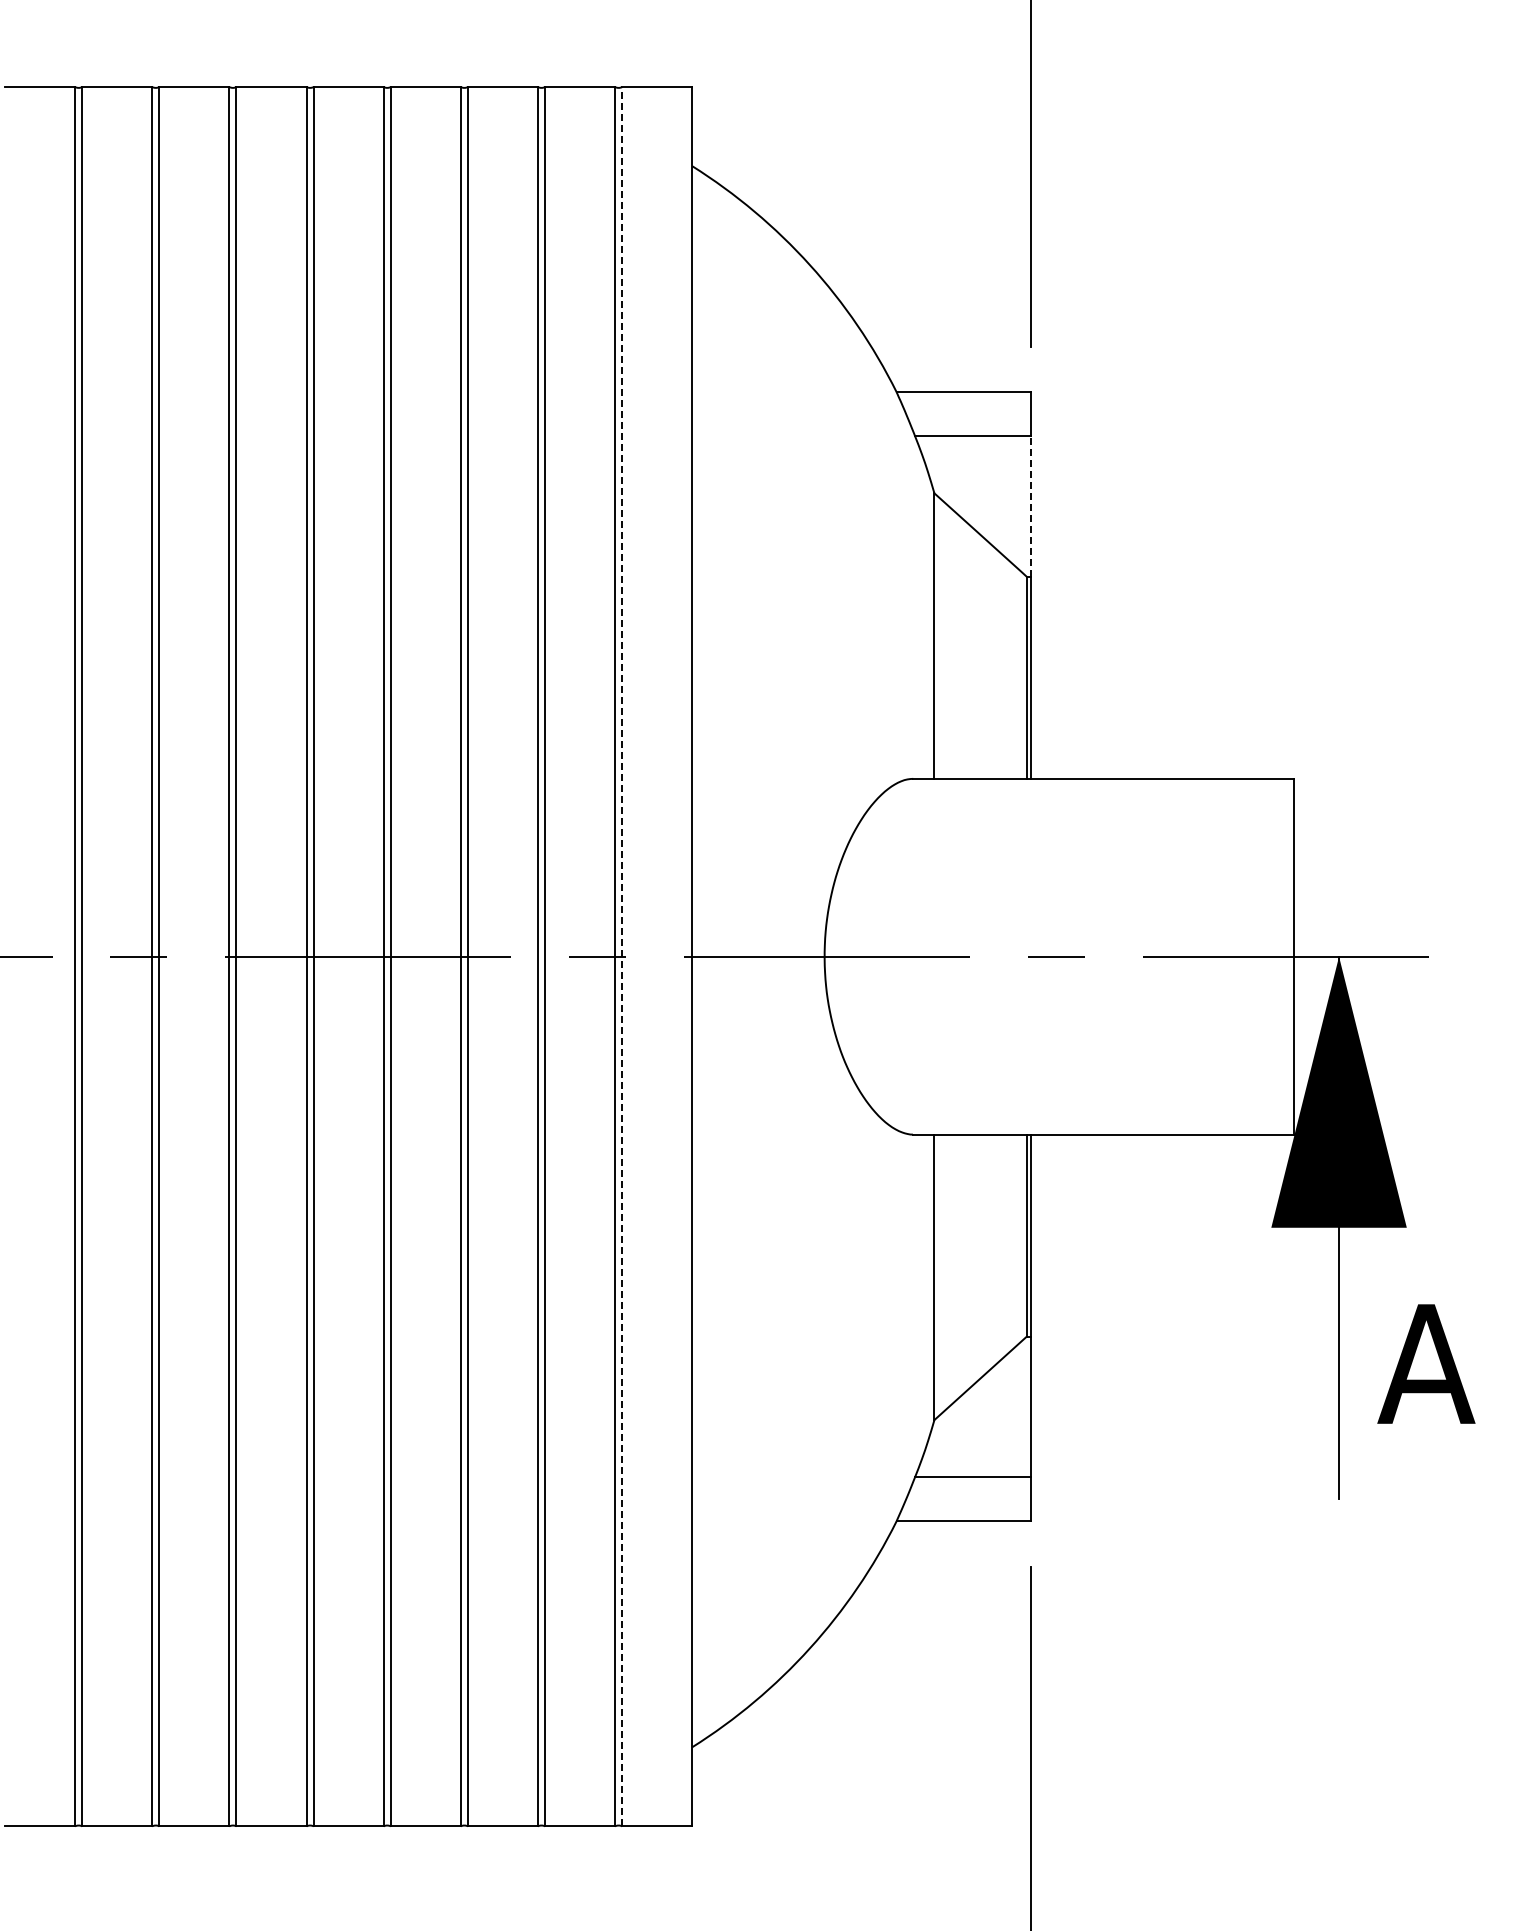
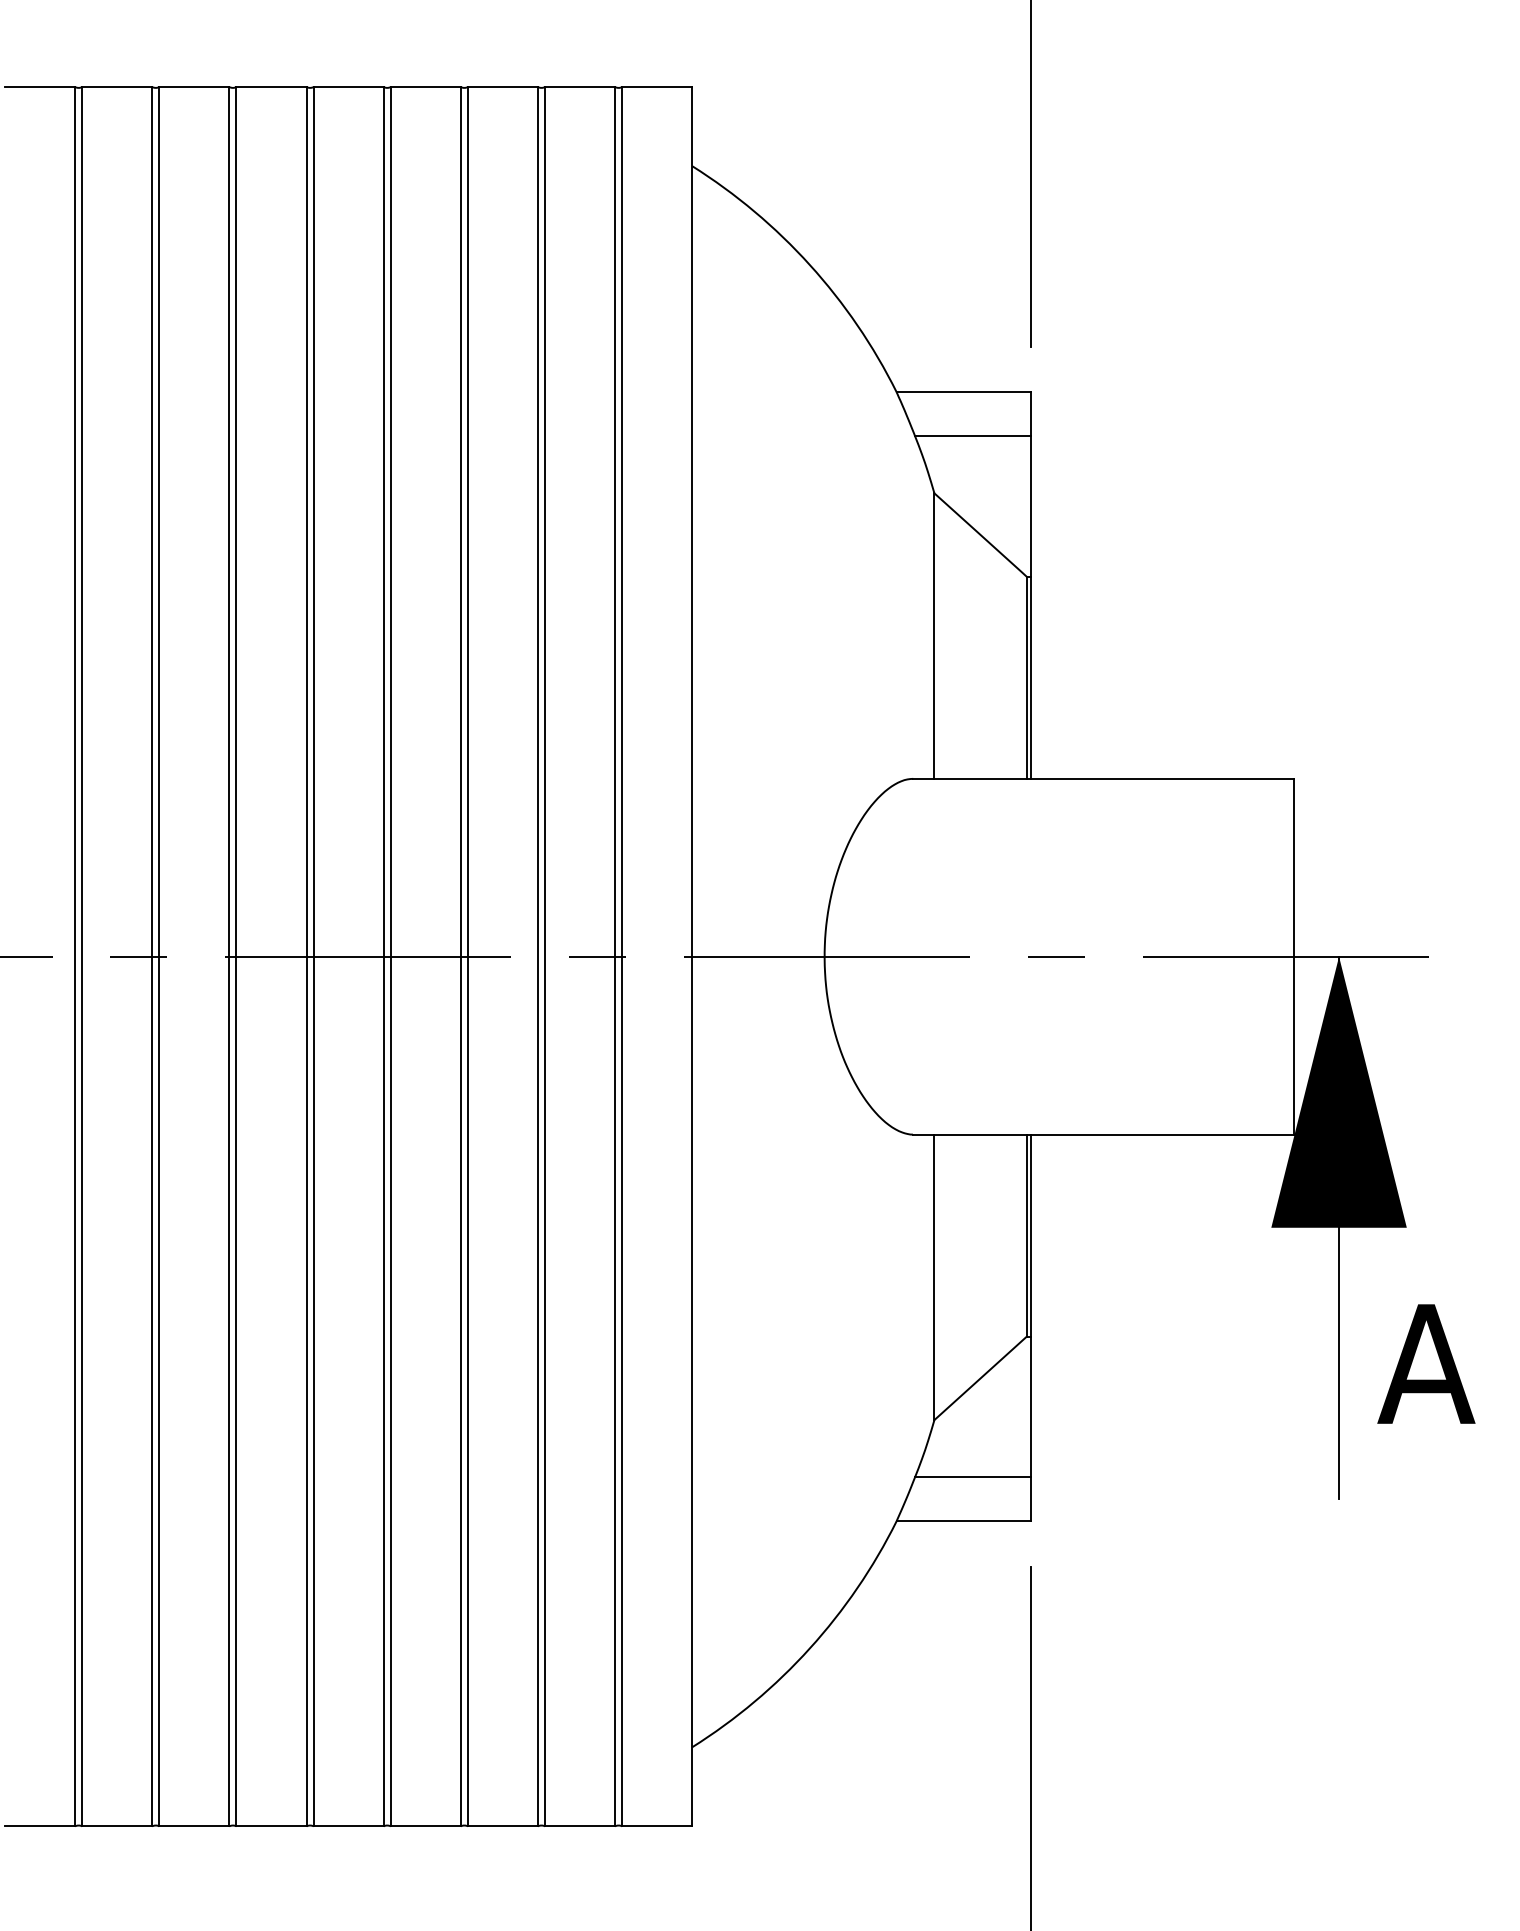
line at (1030, 506): dashed -> solid
line at (622, 956): dashed -> solid
